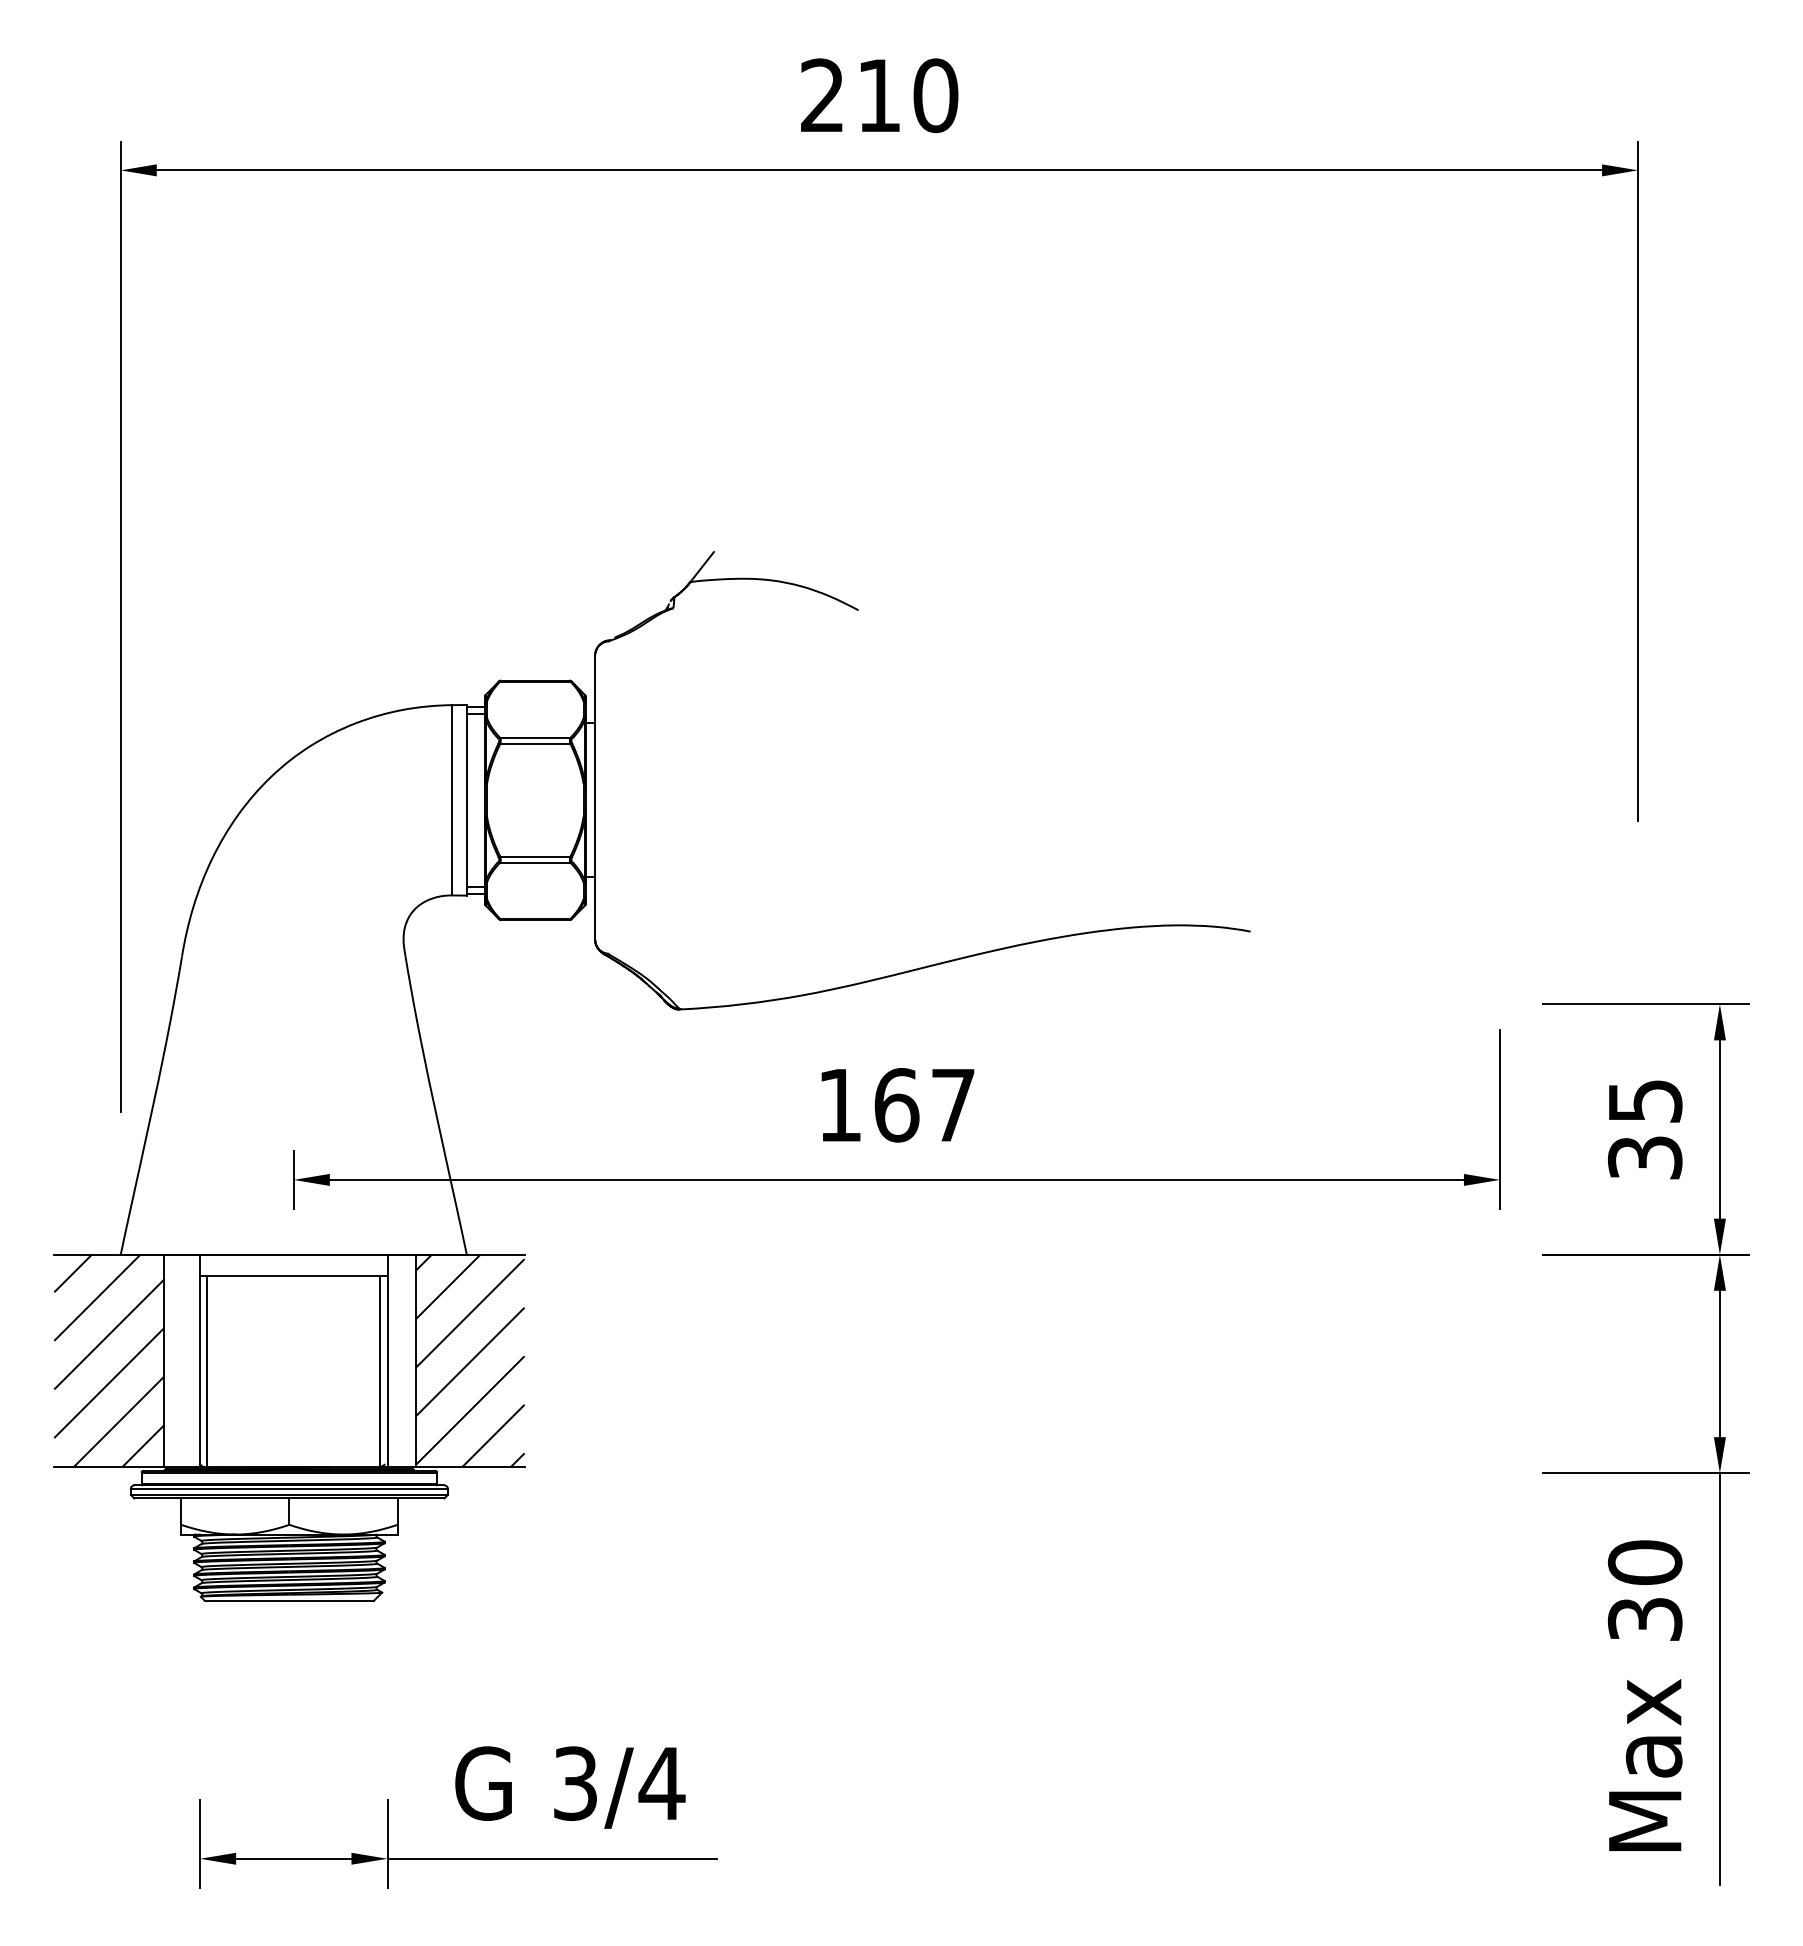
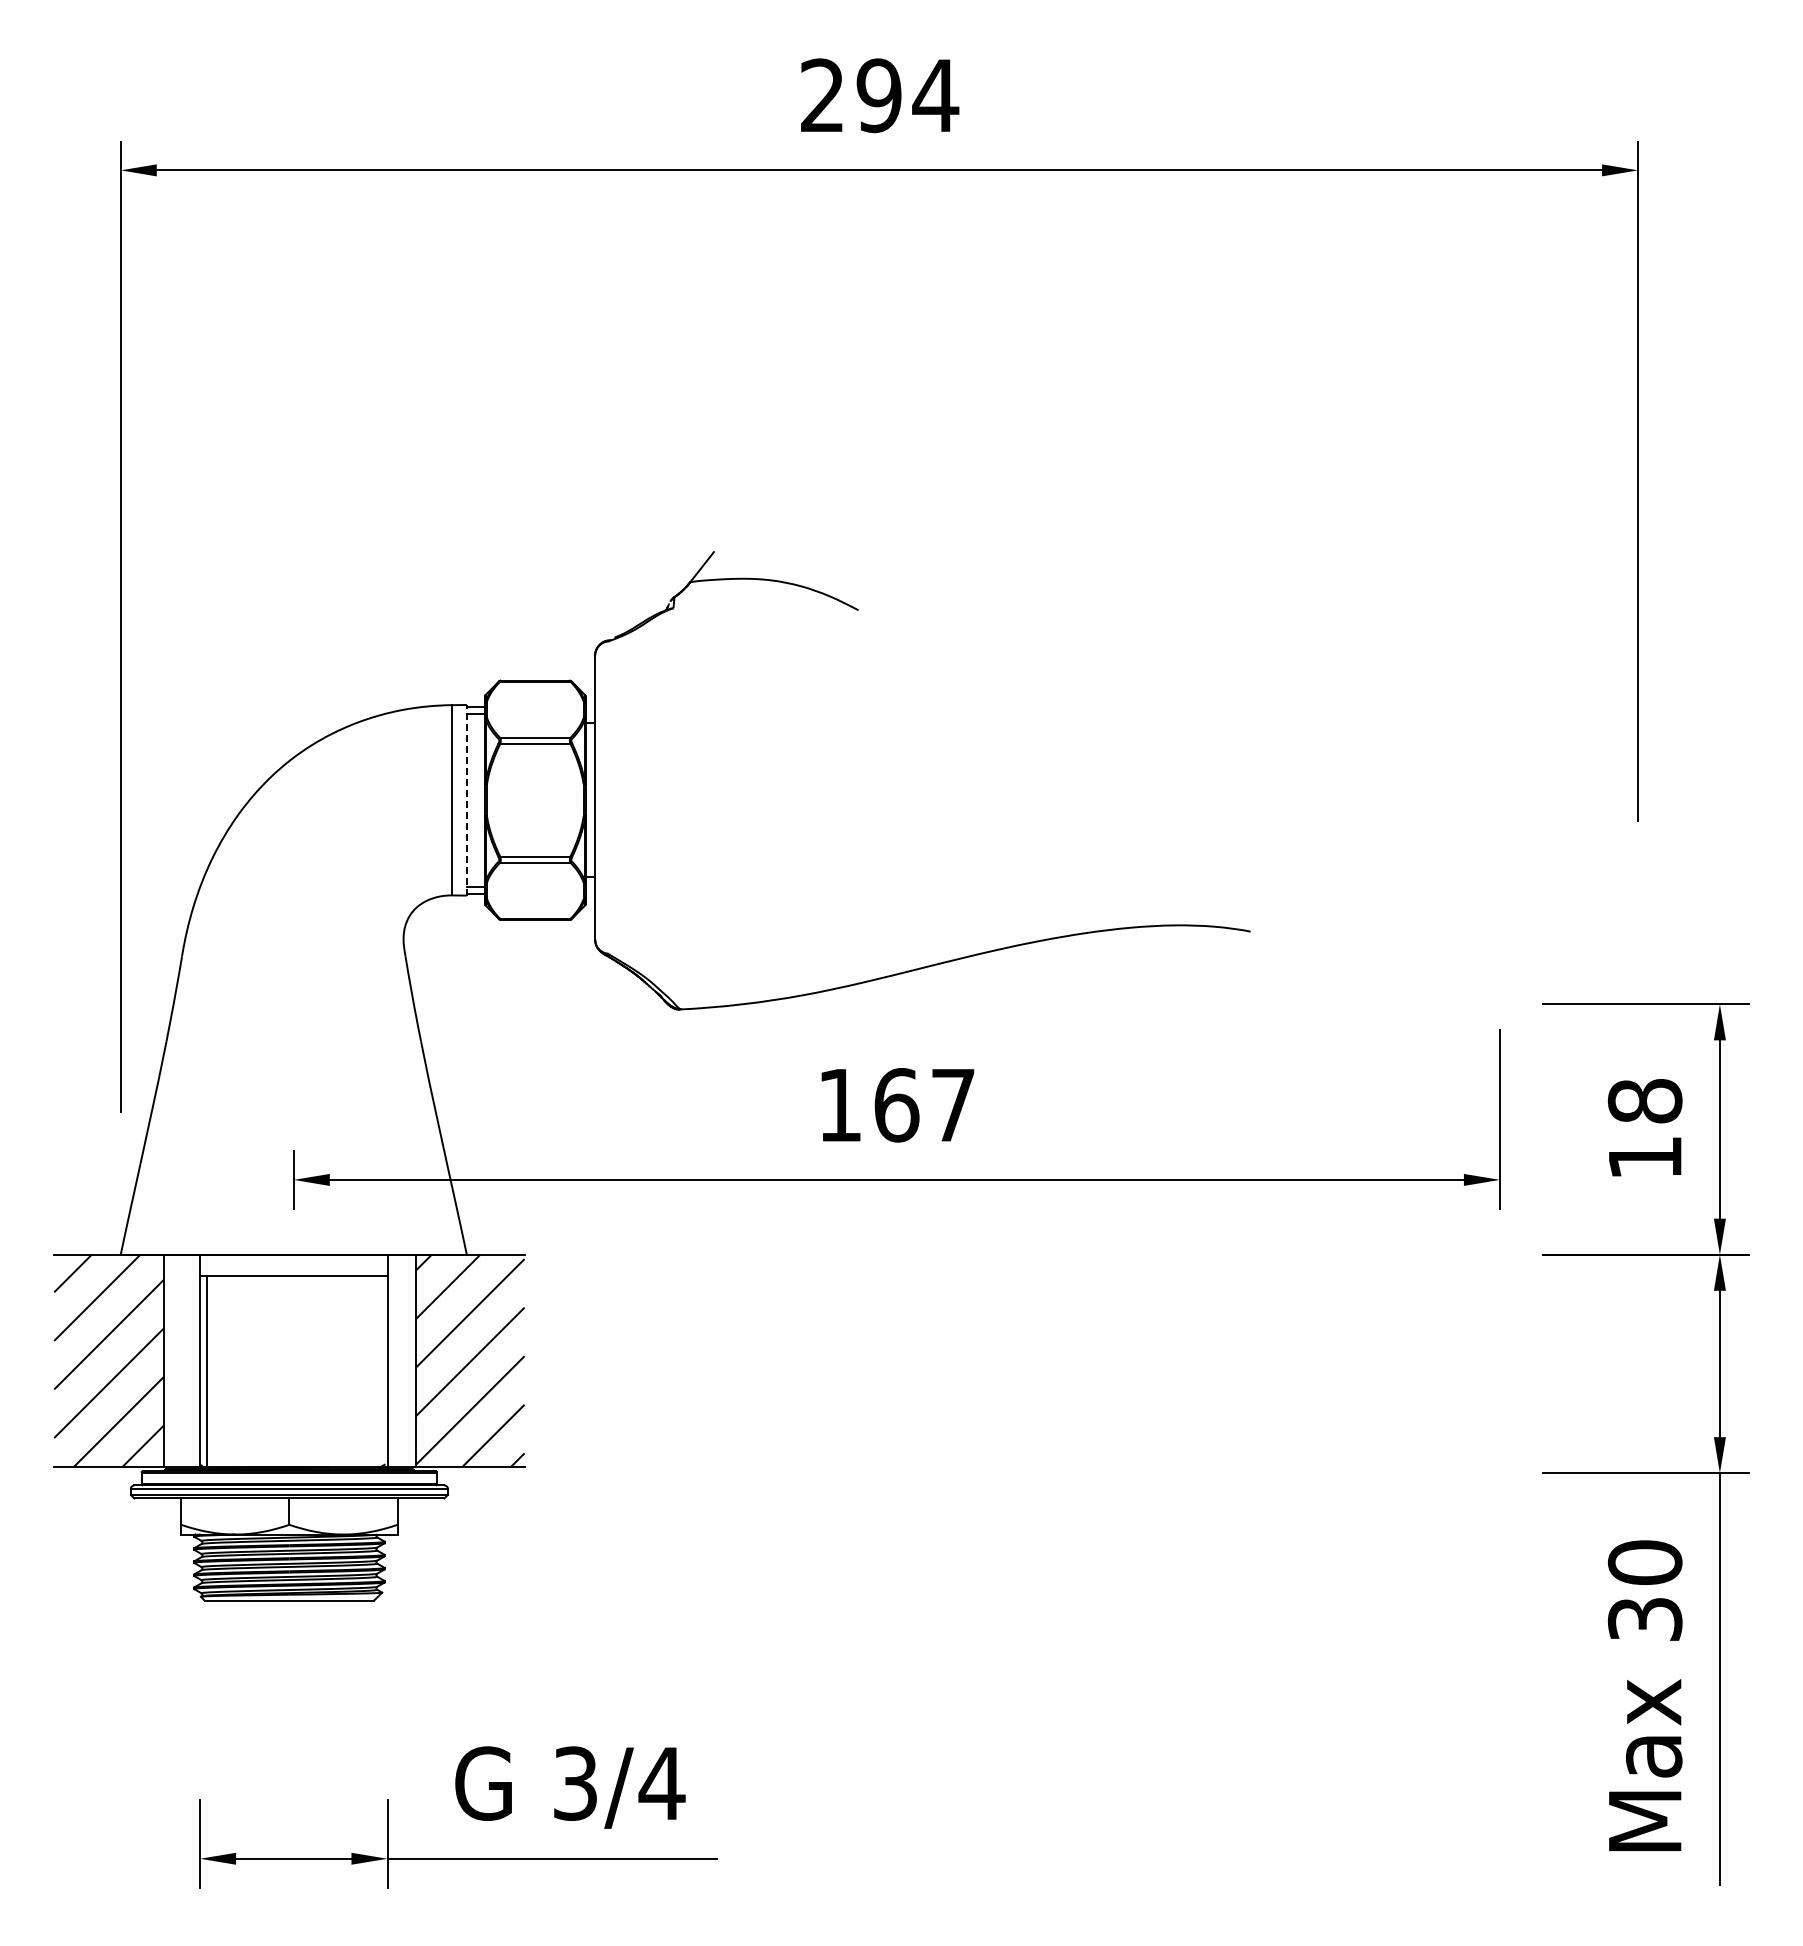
text at (907, 95): 210 -> 294
line at (466, 799): solid -> dashed
text at (1644, 1129): 35 -> 18
line at (380, 1373): present -> none
